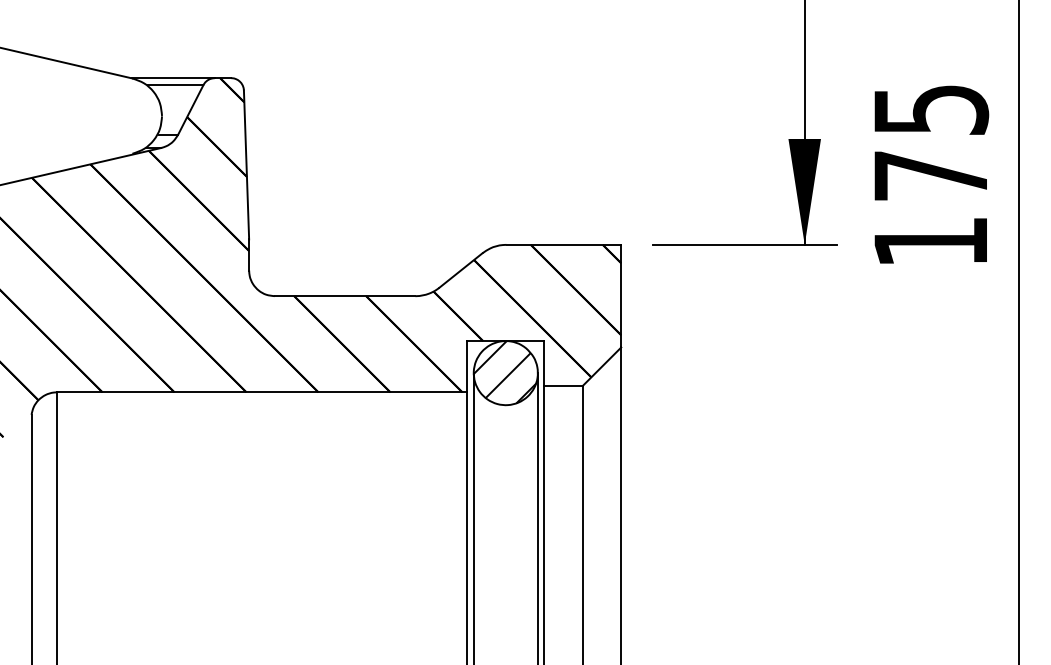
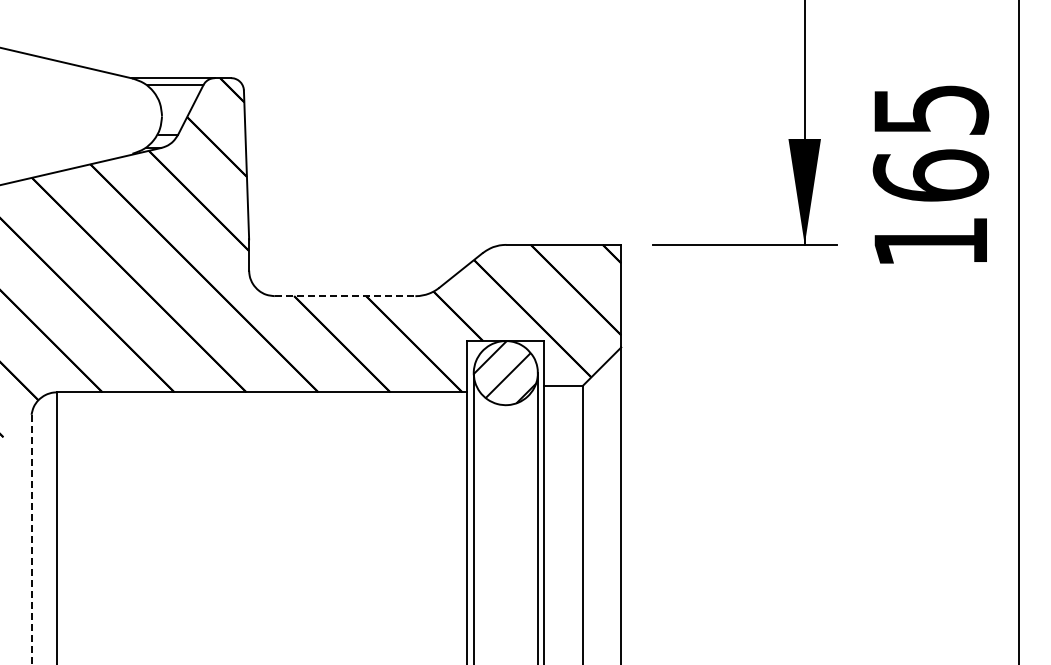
text at (930, 175): 175 -> 165
line at (345, 296): solid -> dashed
line at (31, 539): solid -> dashed
